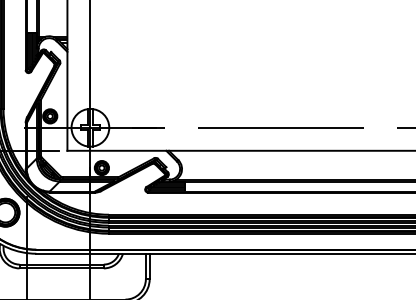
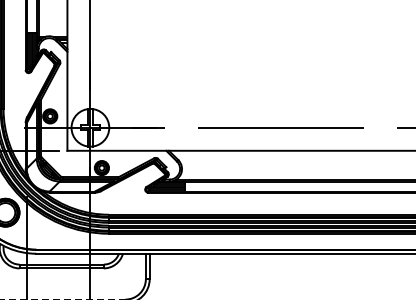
line at (63, 299): solid -> dashed
